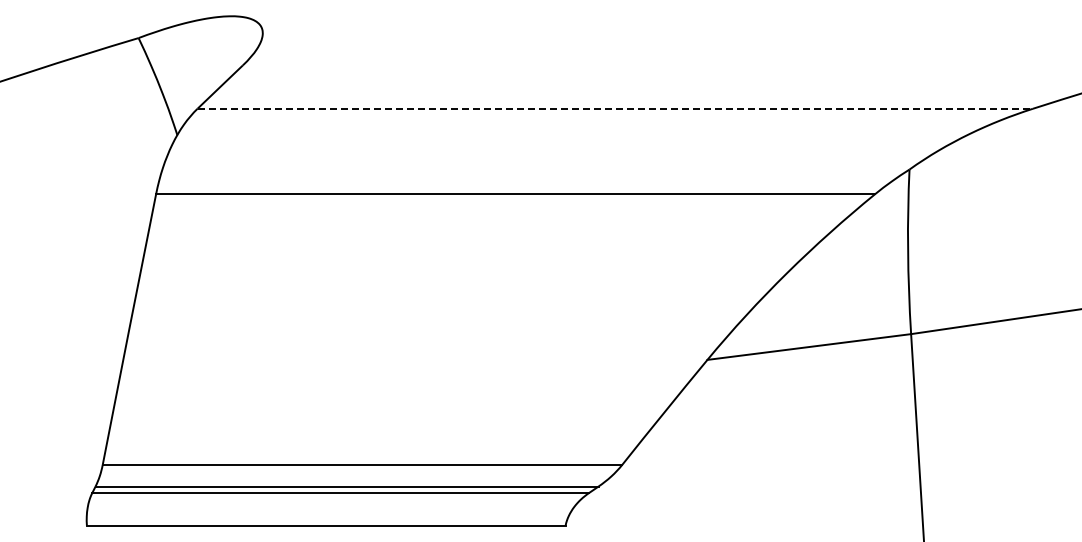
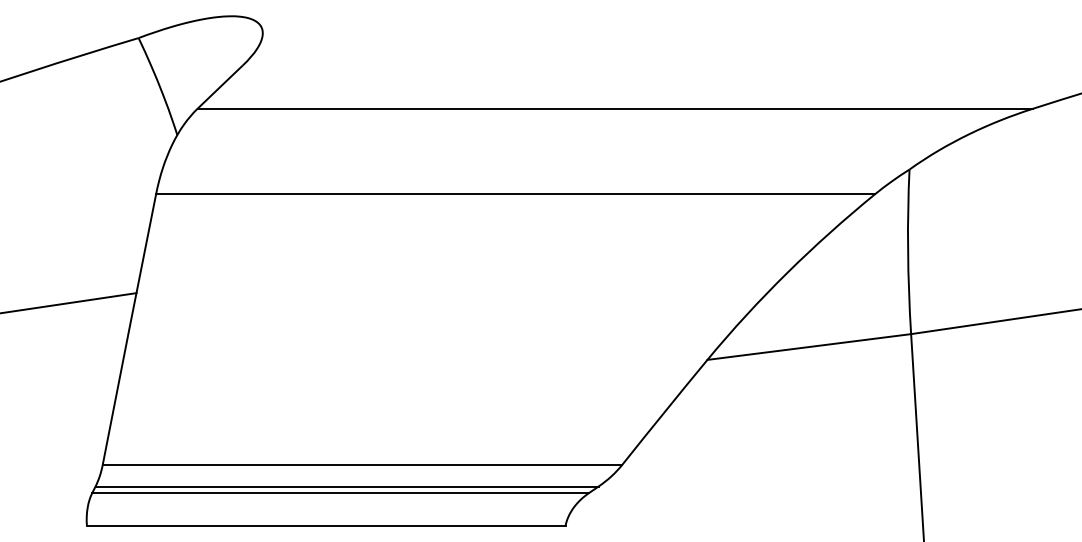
line at (615, 108): dashed -> solid
line at (69, 302): none -> present
